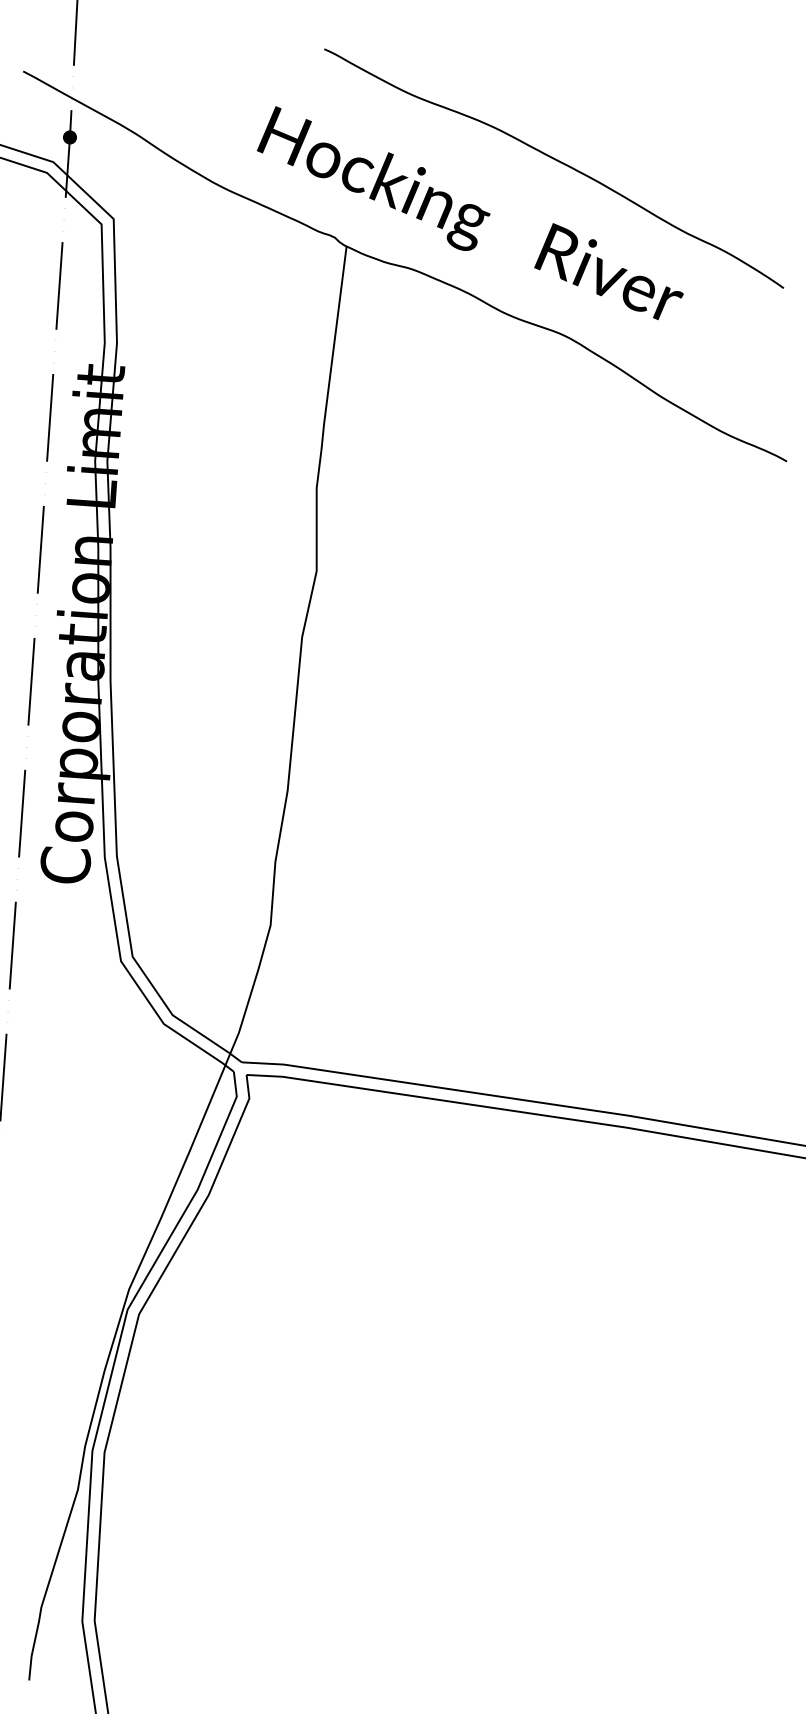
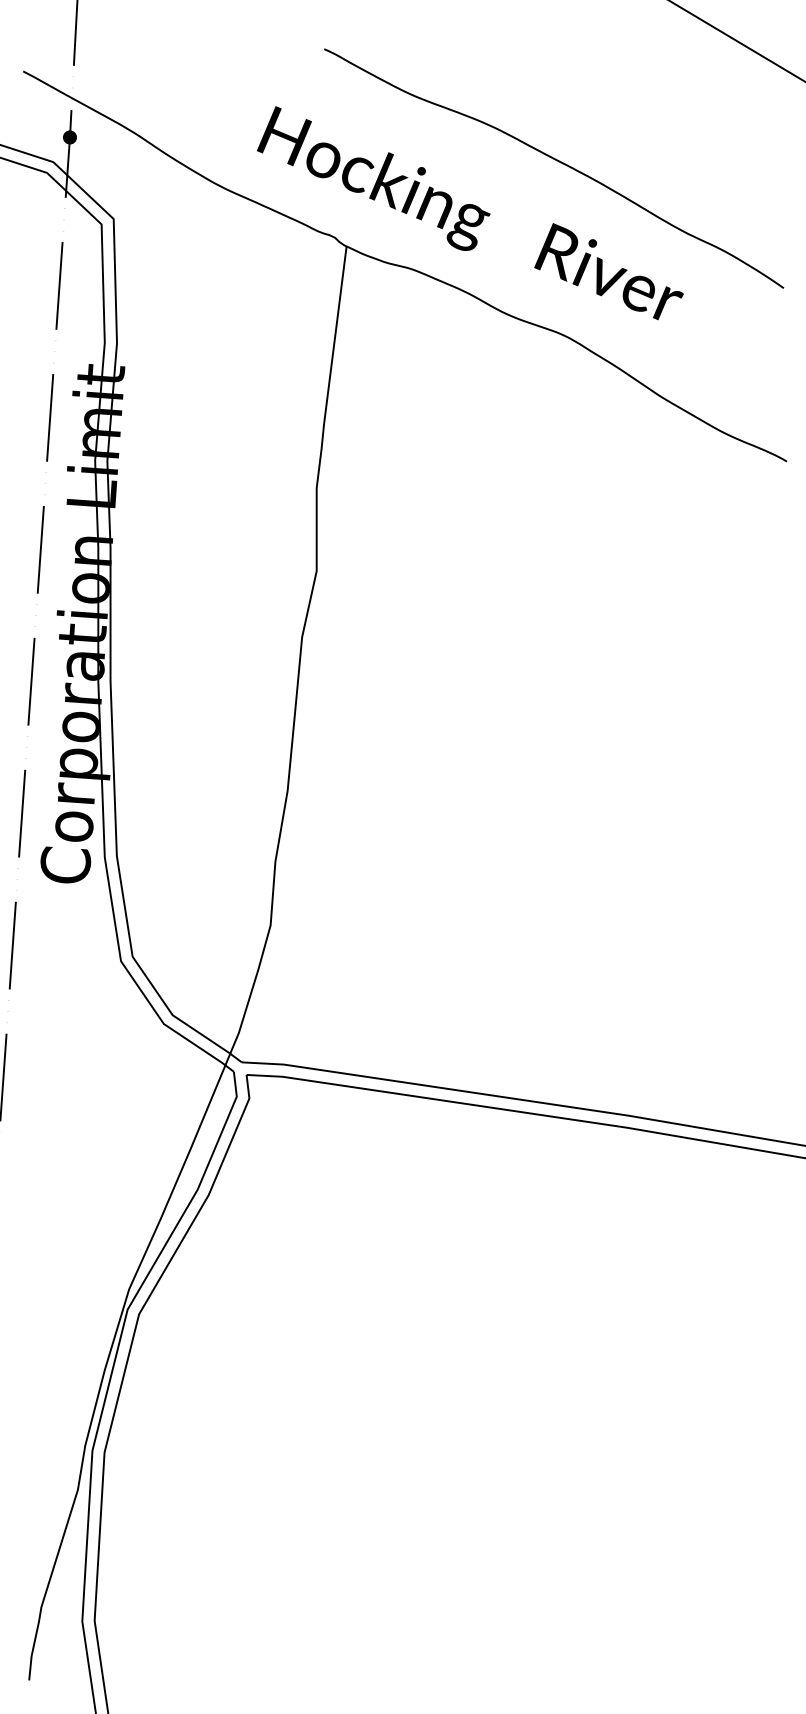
line at (736, 41): none -> present
